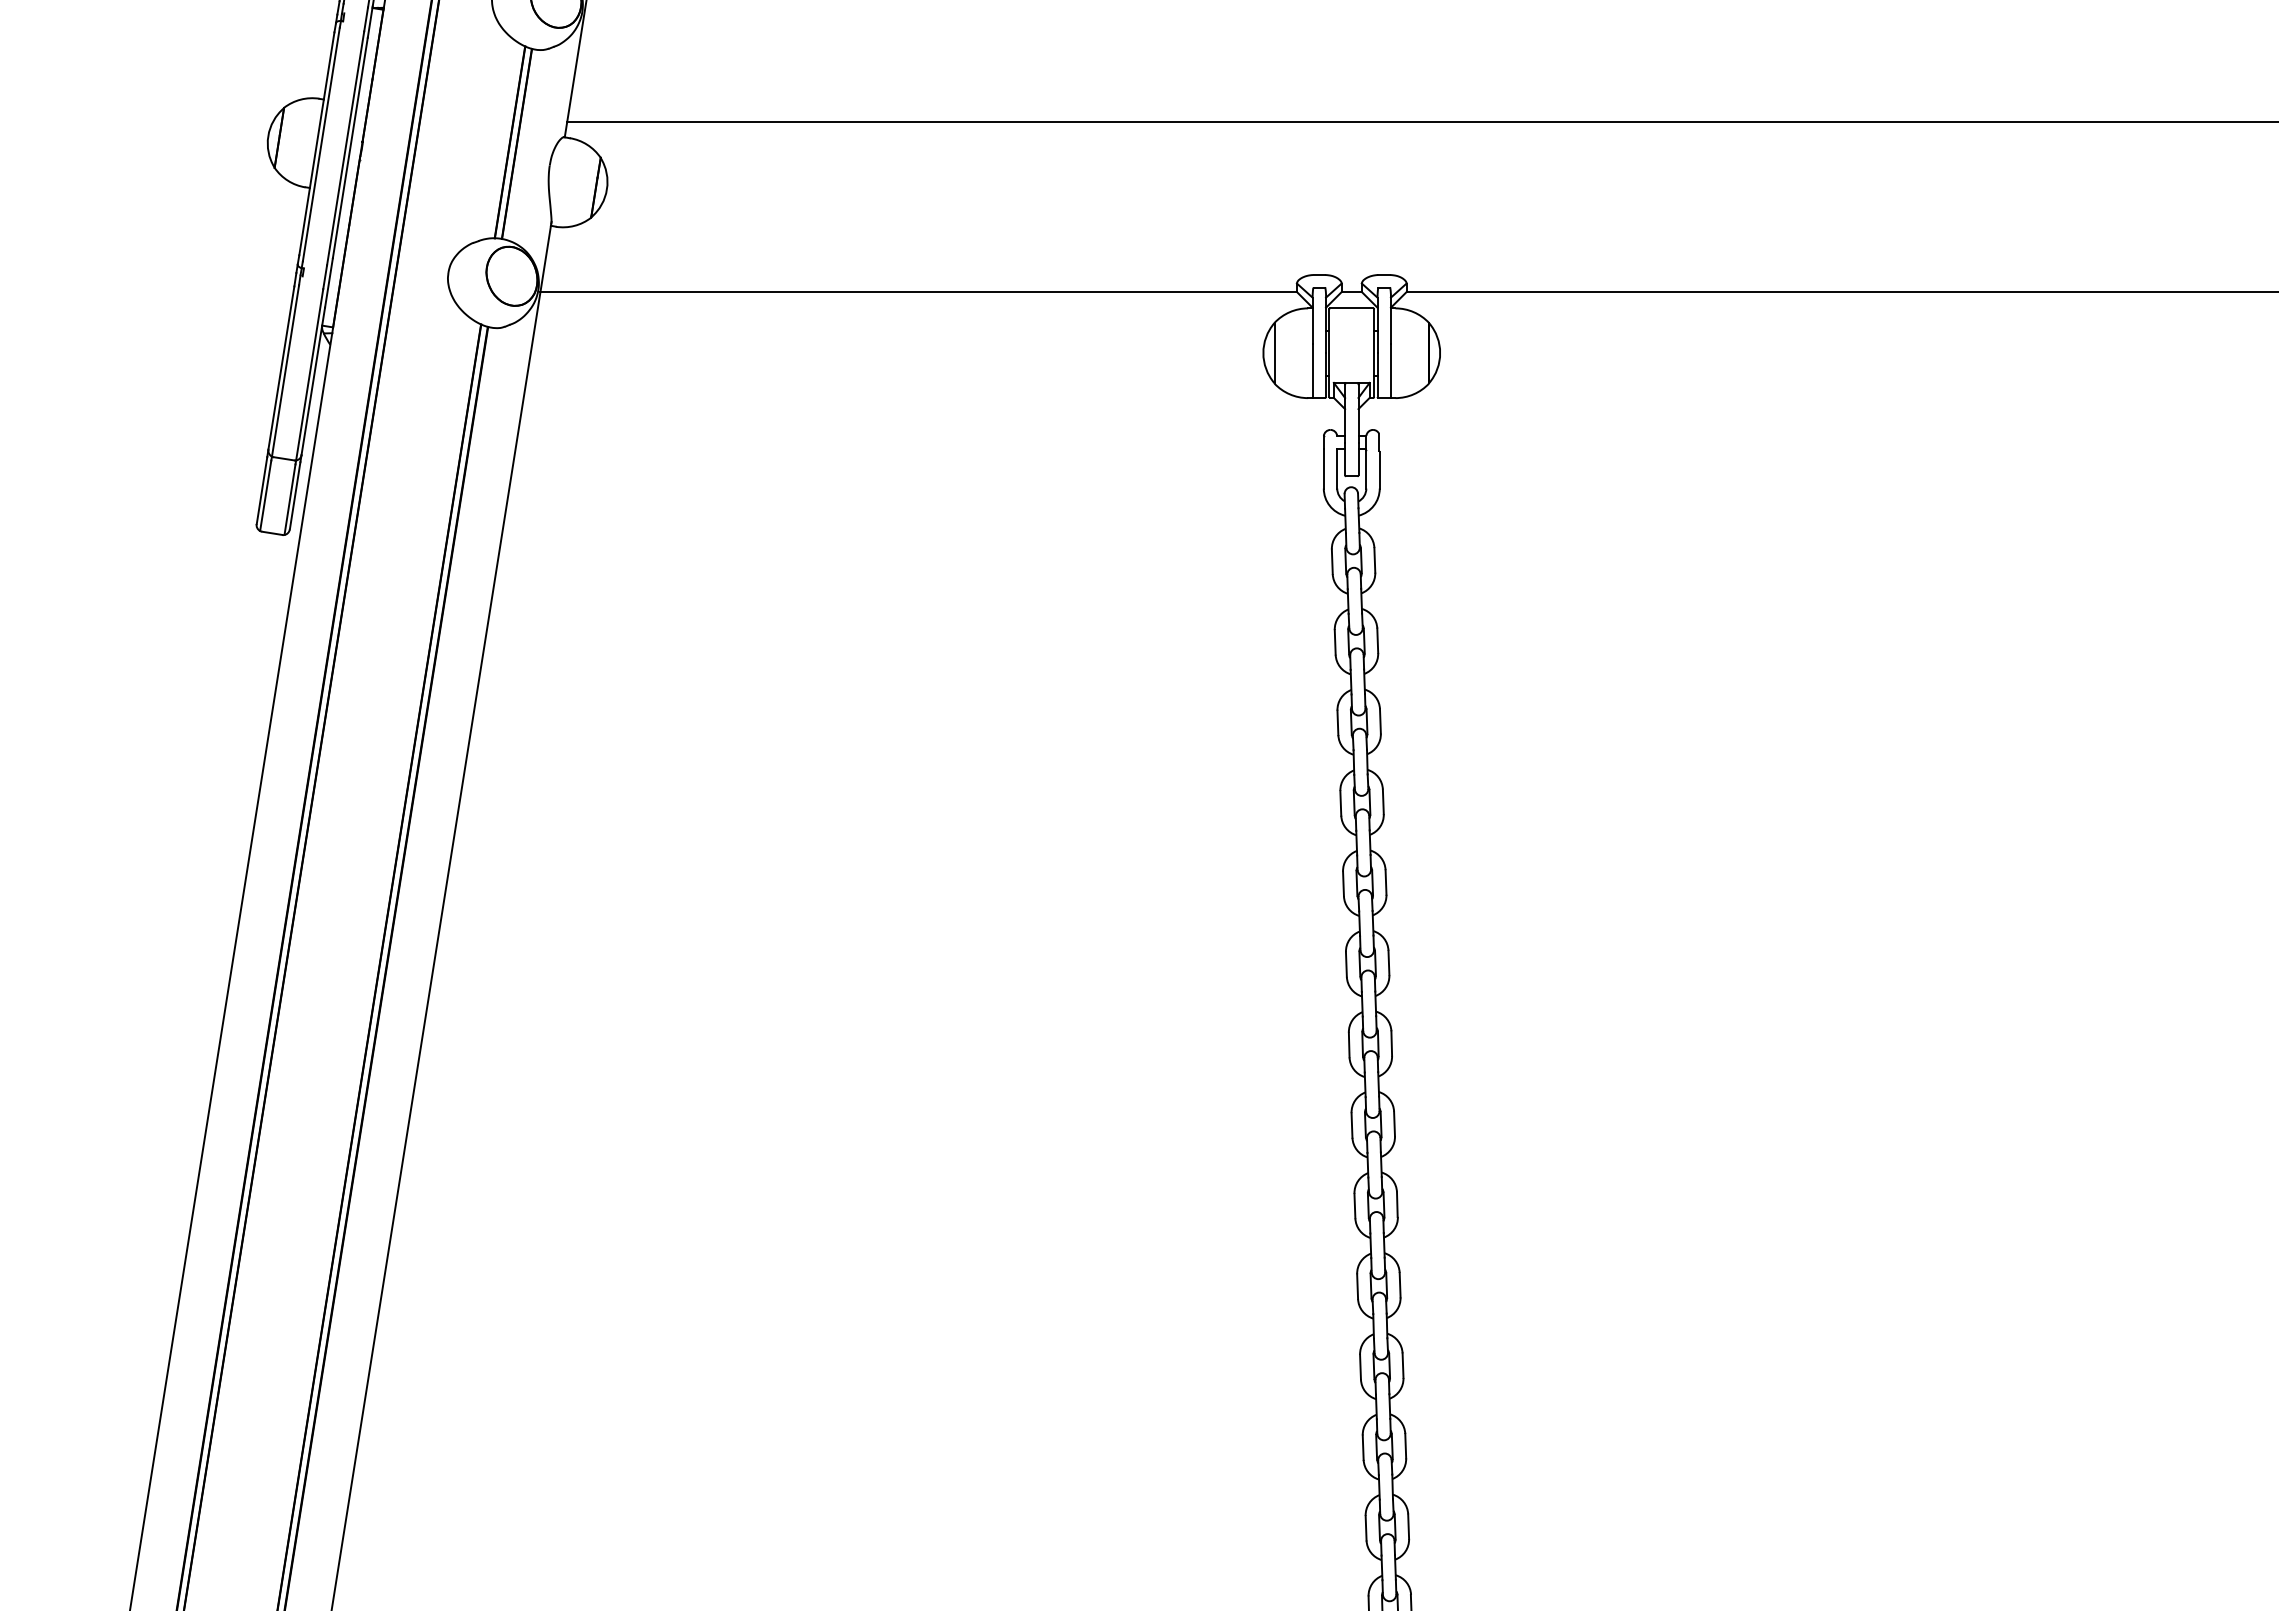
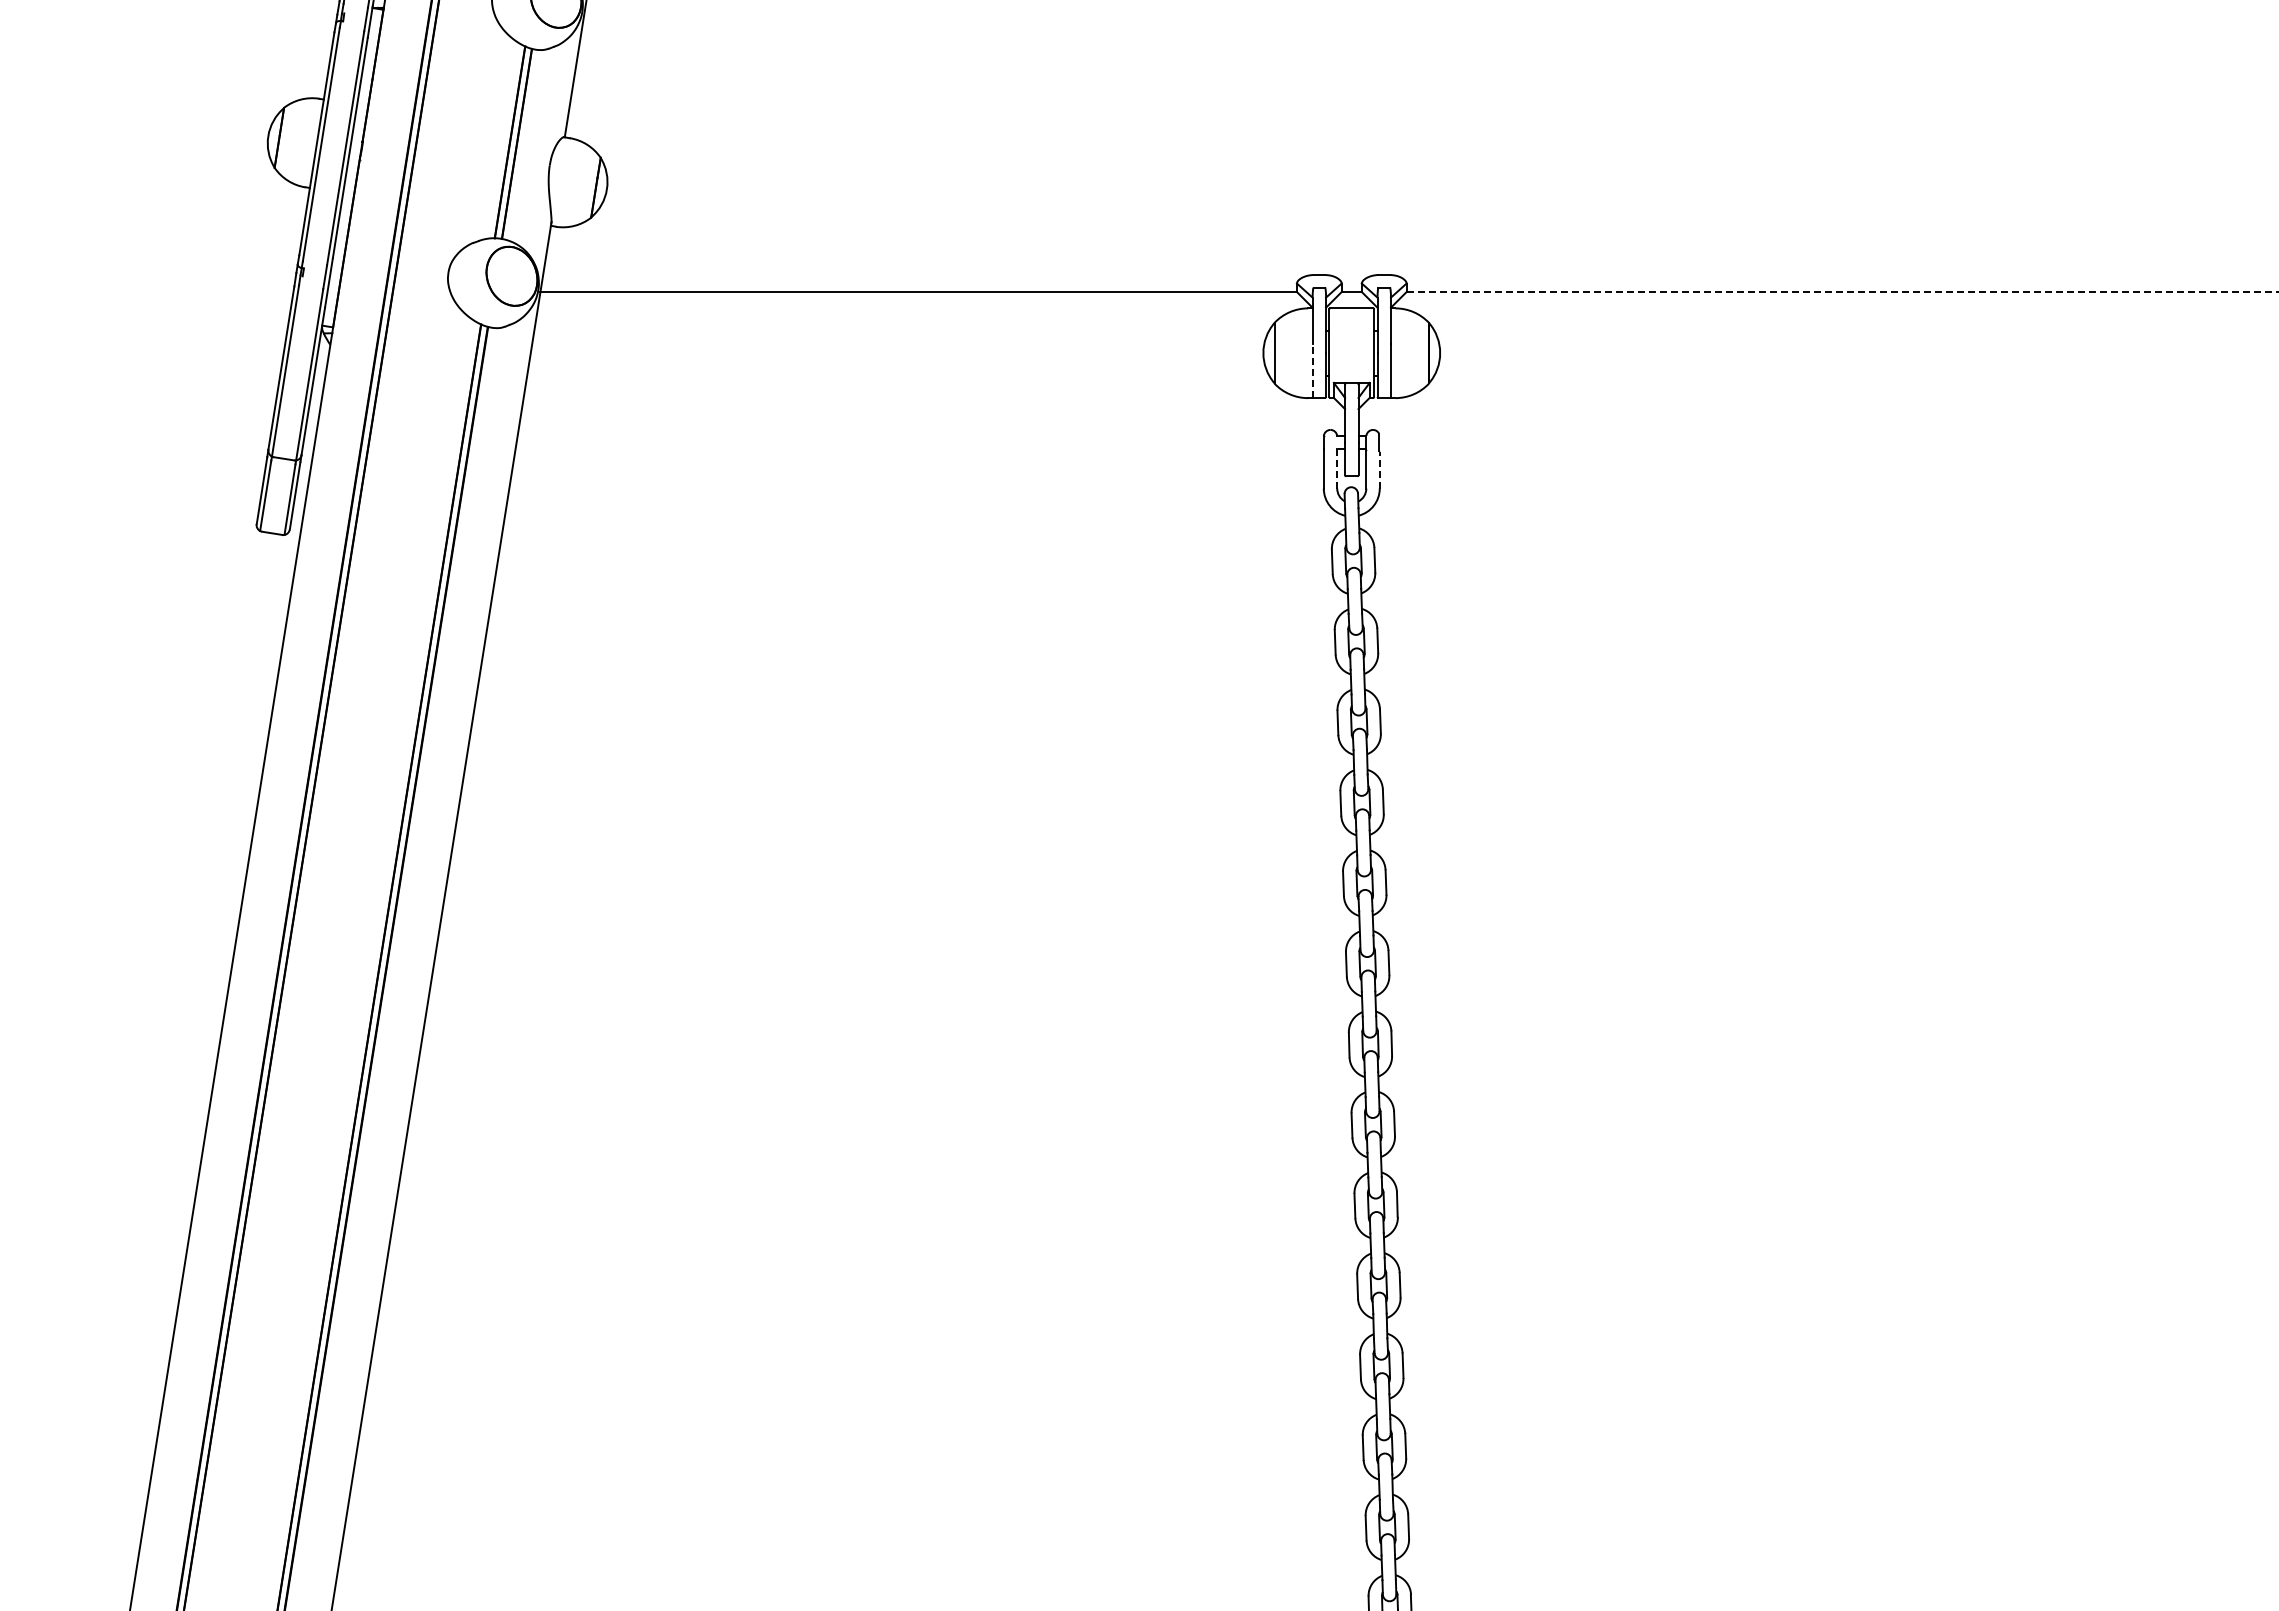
line at (1421, 121): present -> none
line at (1842, 292): solid -> dashed
line at (1312, 371): solid -> dashed
line at (1337, 468): solid -> dashed
line at (1379, 469): solid -> dashed
